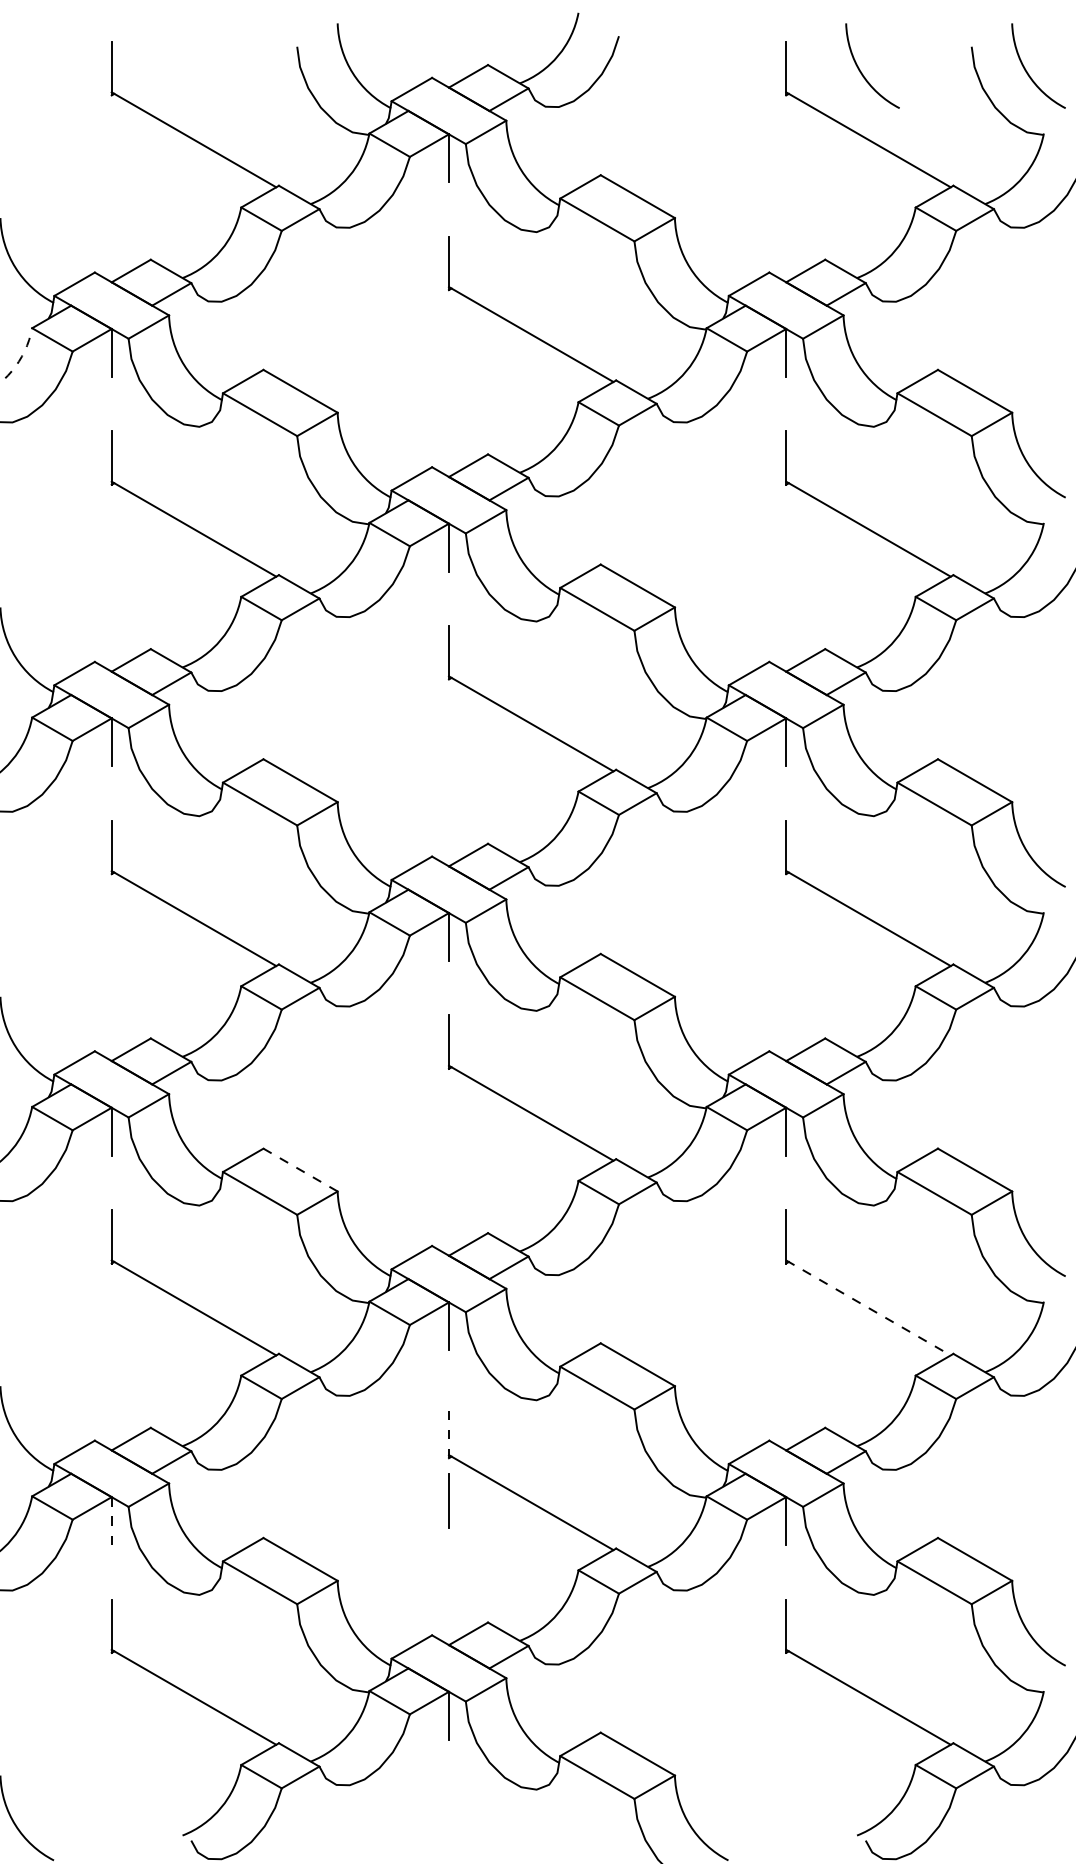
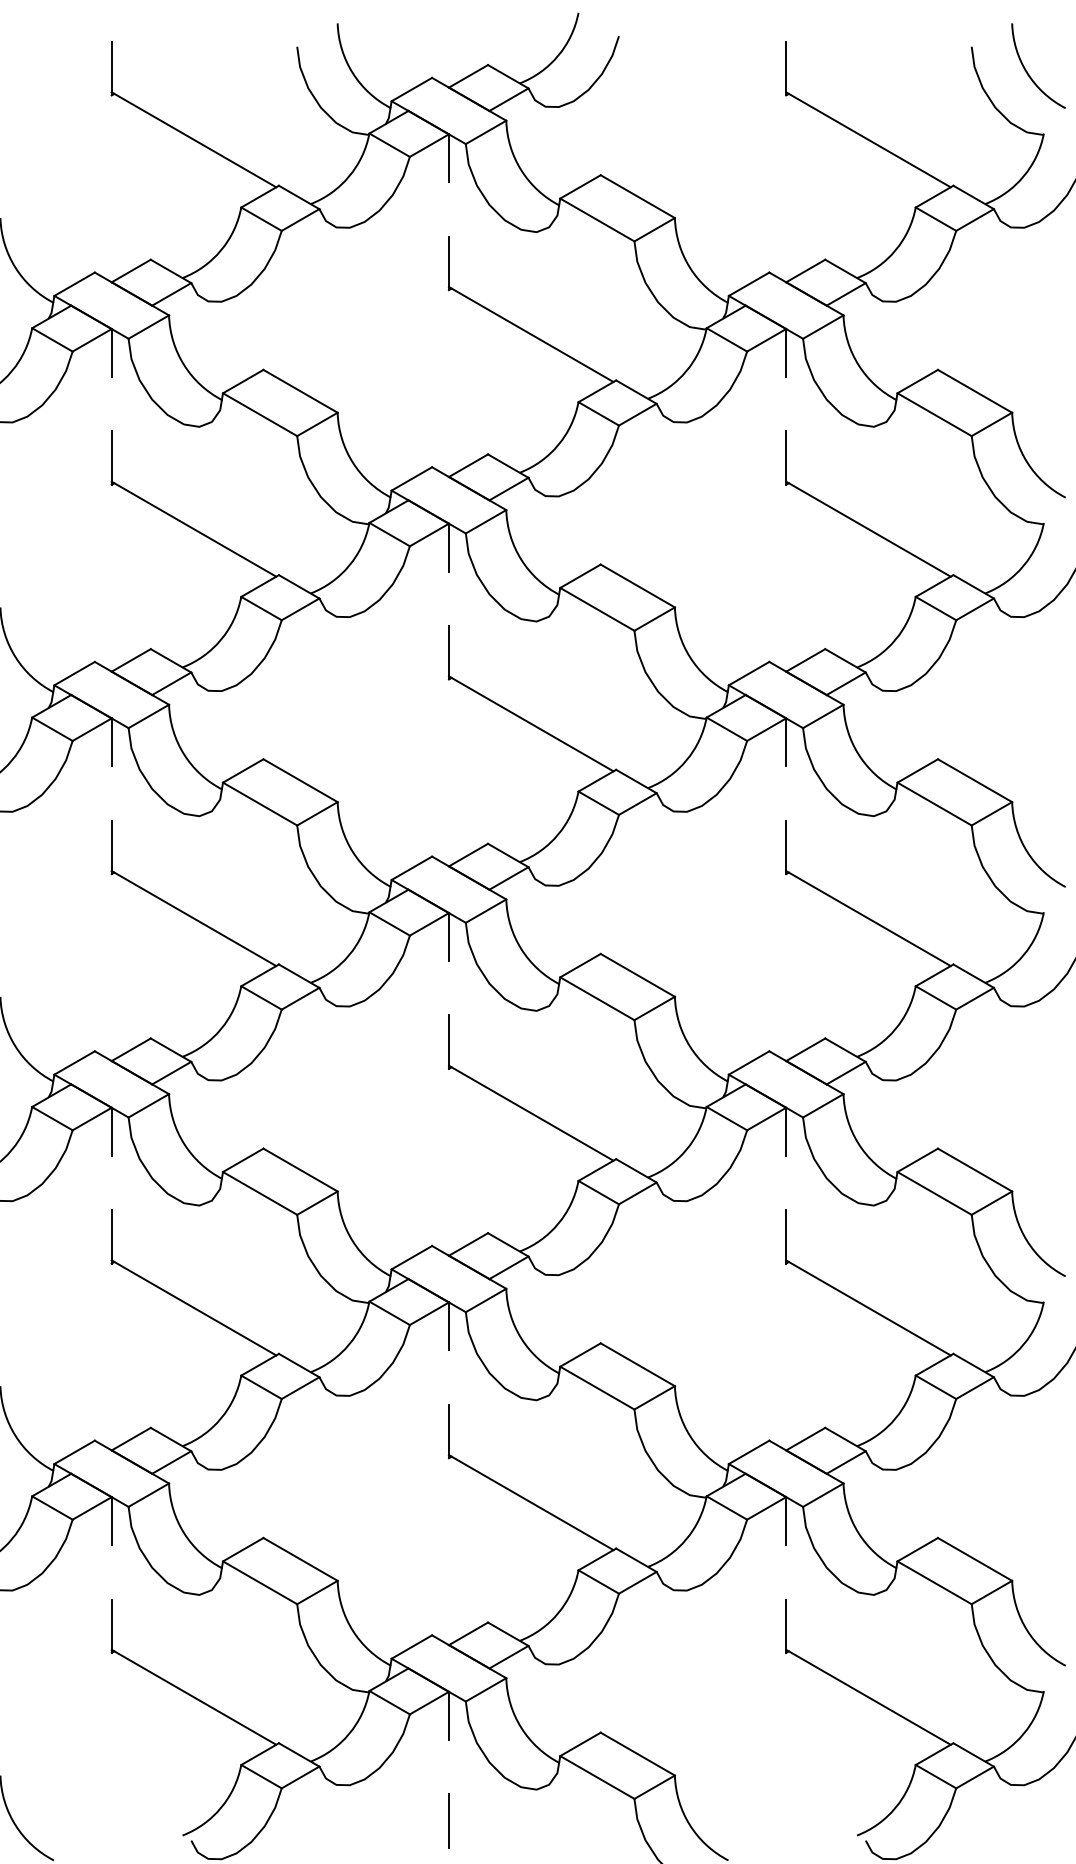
arc at (861, 71): present -> none
arc at (21, 357): dashed -> solid
line at (300, 1170): dashed -> solid
line at (868, 1308): dashed -> solid
line at (448, 1431): dashed -> solid
line at (448, 1500) position: (448, 1500) -> (448, 1820)
line at (111, 1521): dashed -> solid
